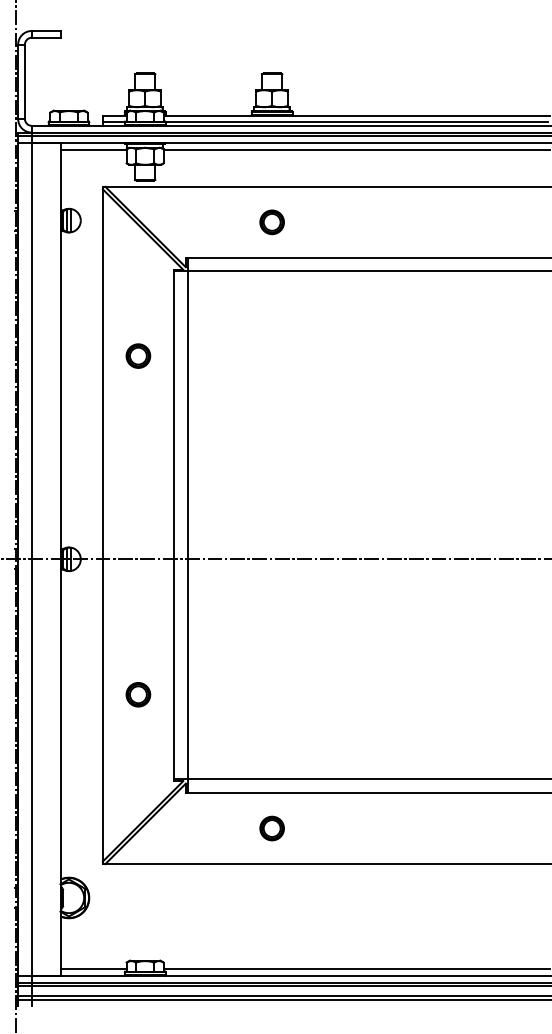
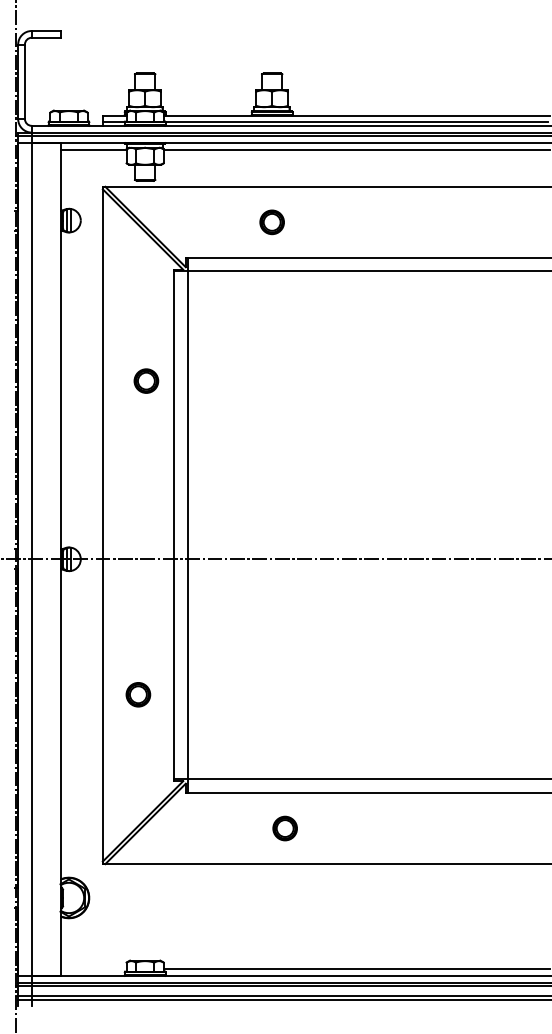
part at (138, 355) position: (138, 355) -> (146, 380)
part at (271, 828) position: (271, 828) -> (284, 828)
line at (93, 969): present -> none
